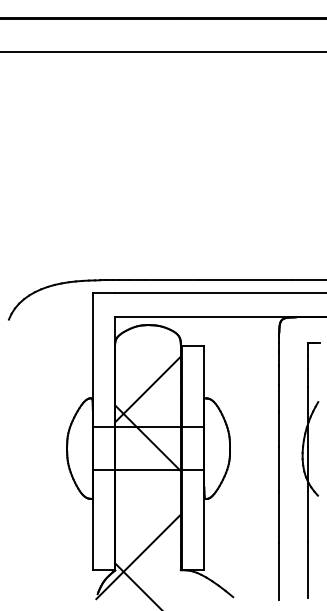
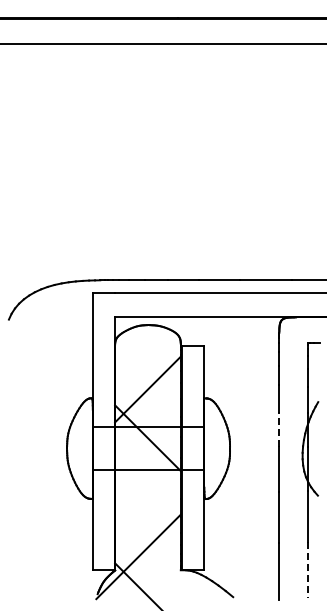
line at (162, 52) position: (162, 52) -> (162, 44)
line at (279, 429): solid -> dashed
line at (307, 570): solid -> dashed
